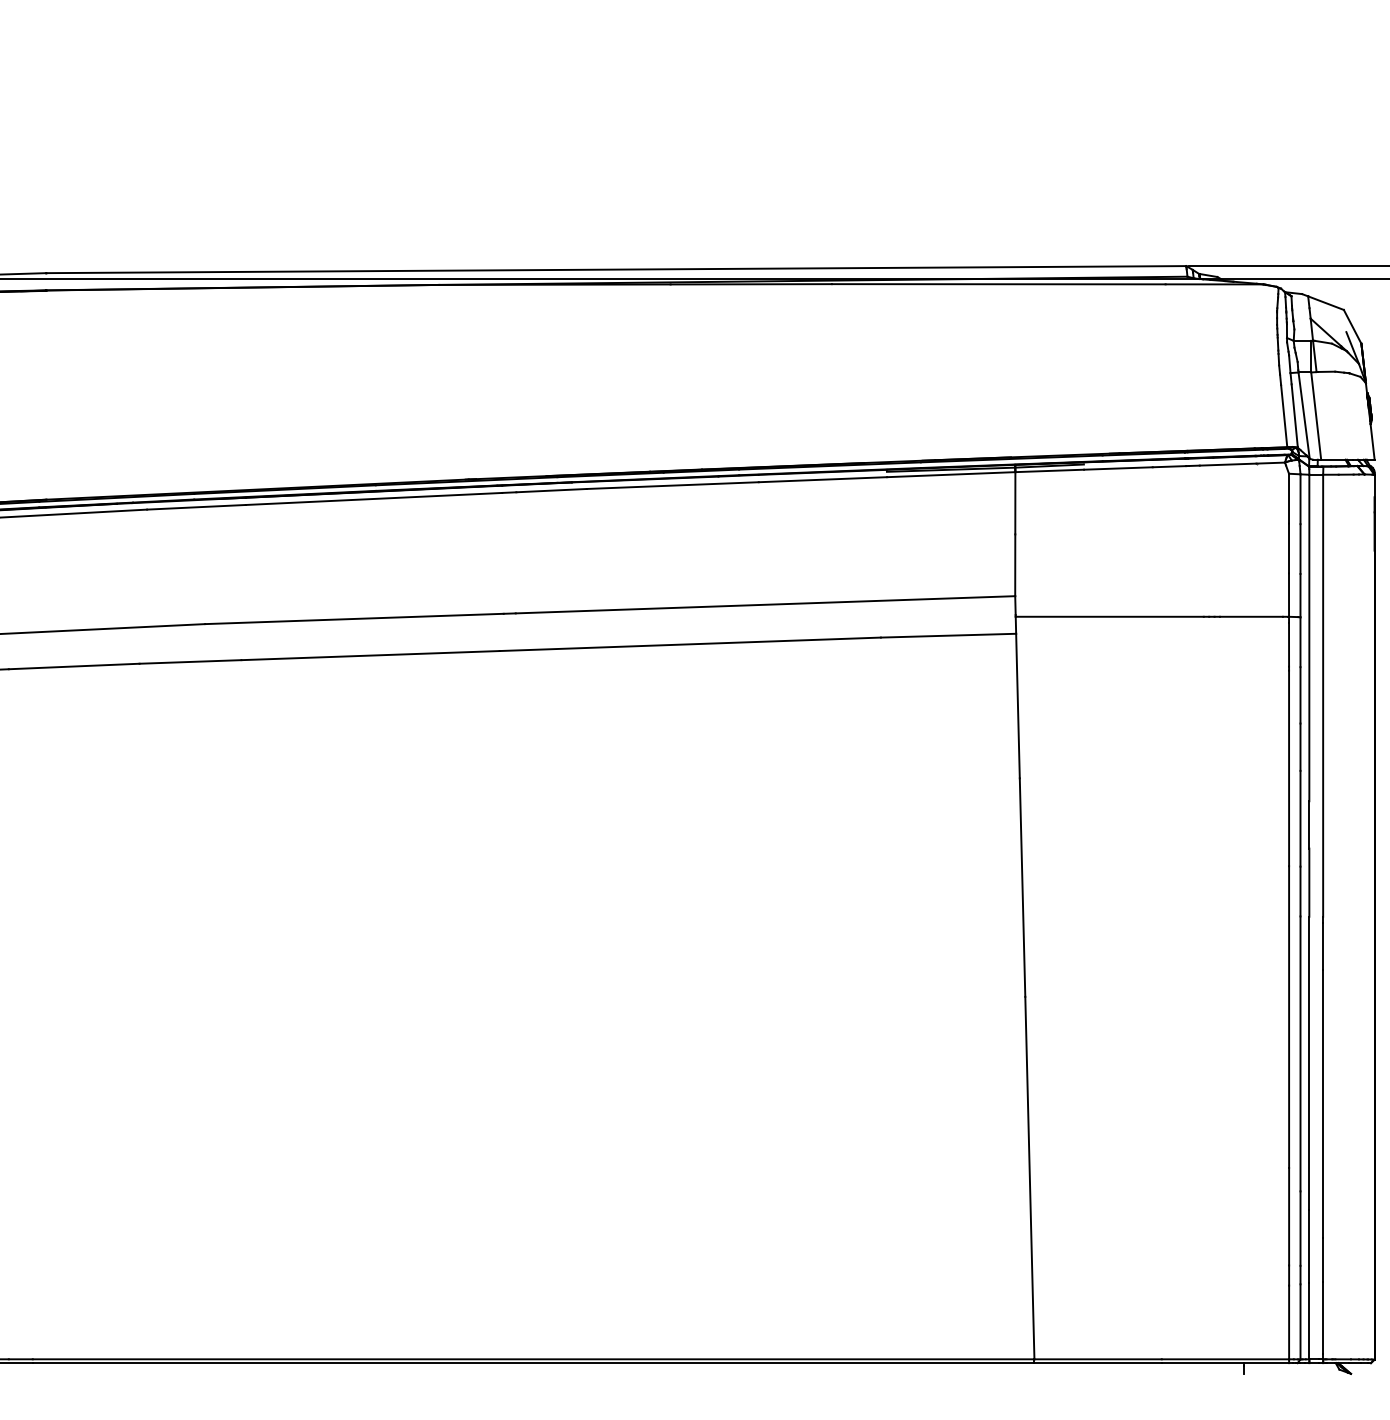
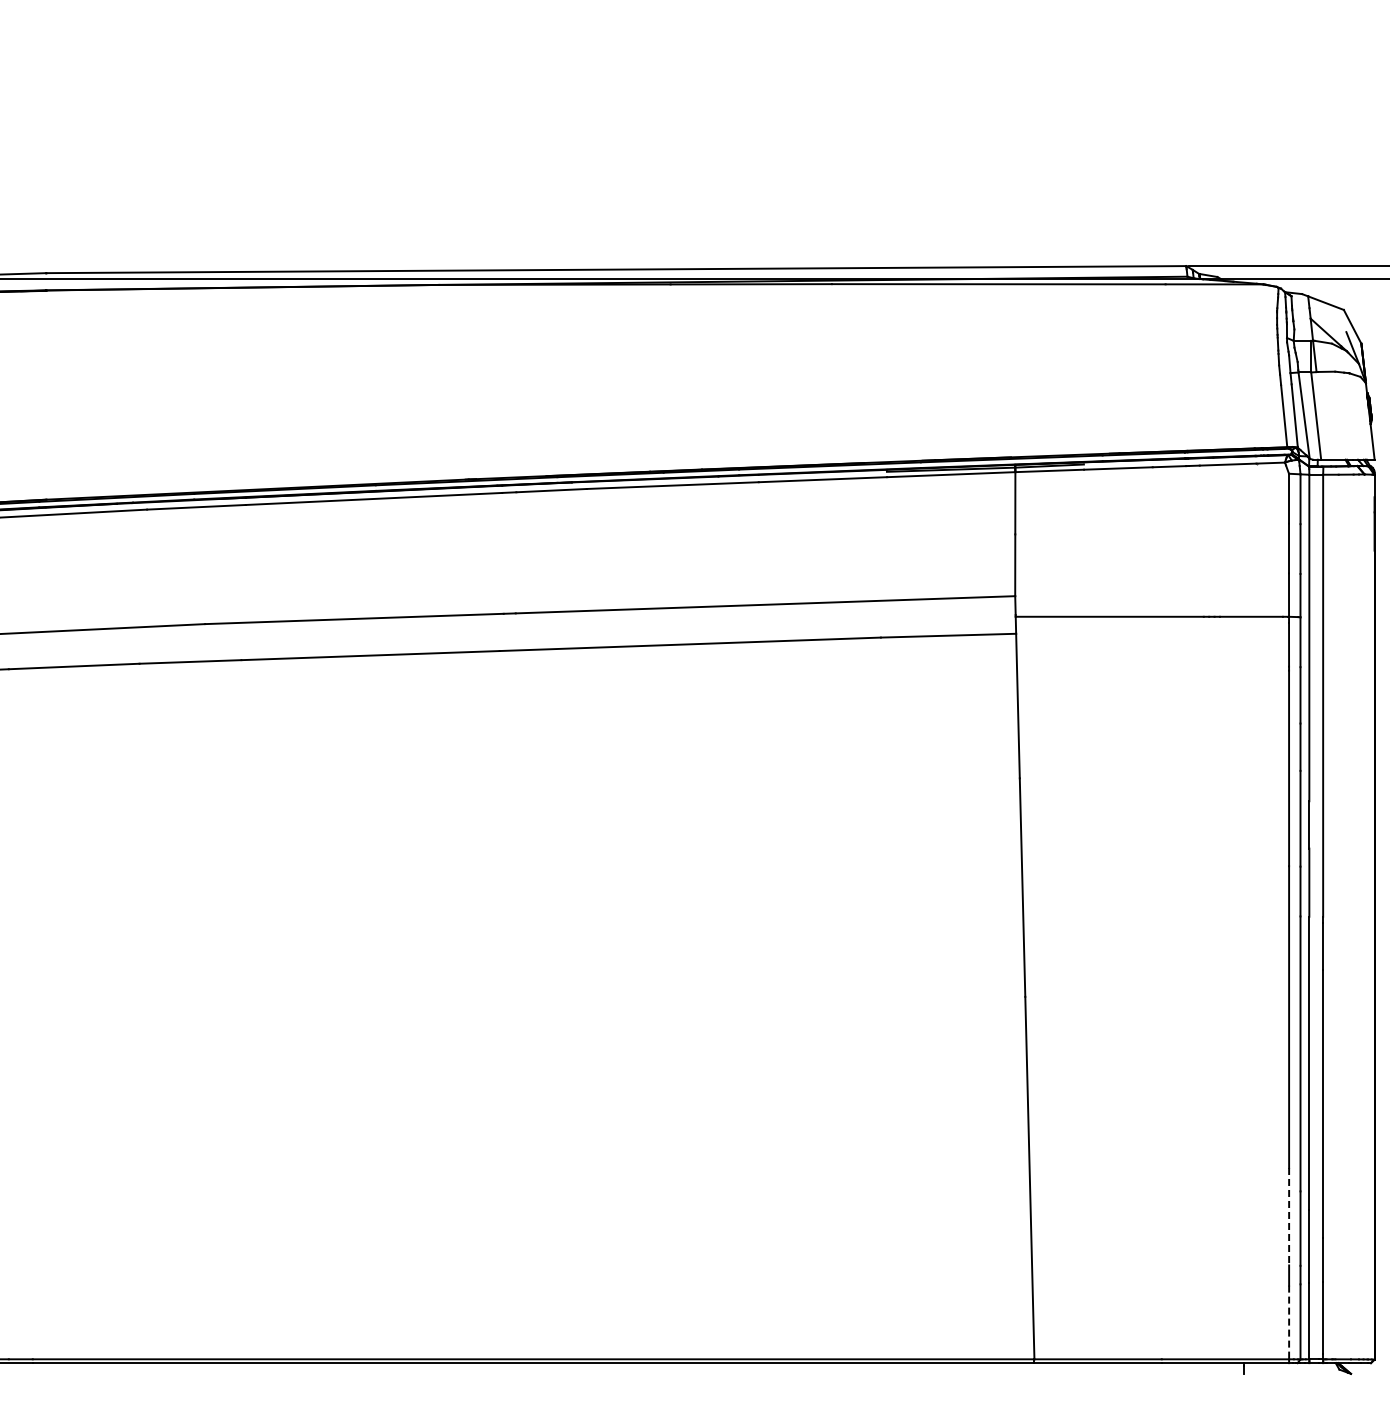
line at (1289, 1216): solid -> dashed
line at (1289, 1322): solid -> dashed
